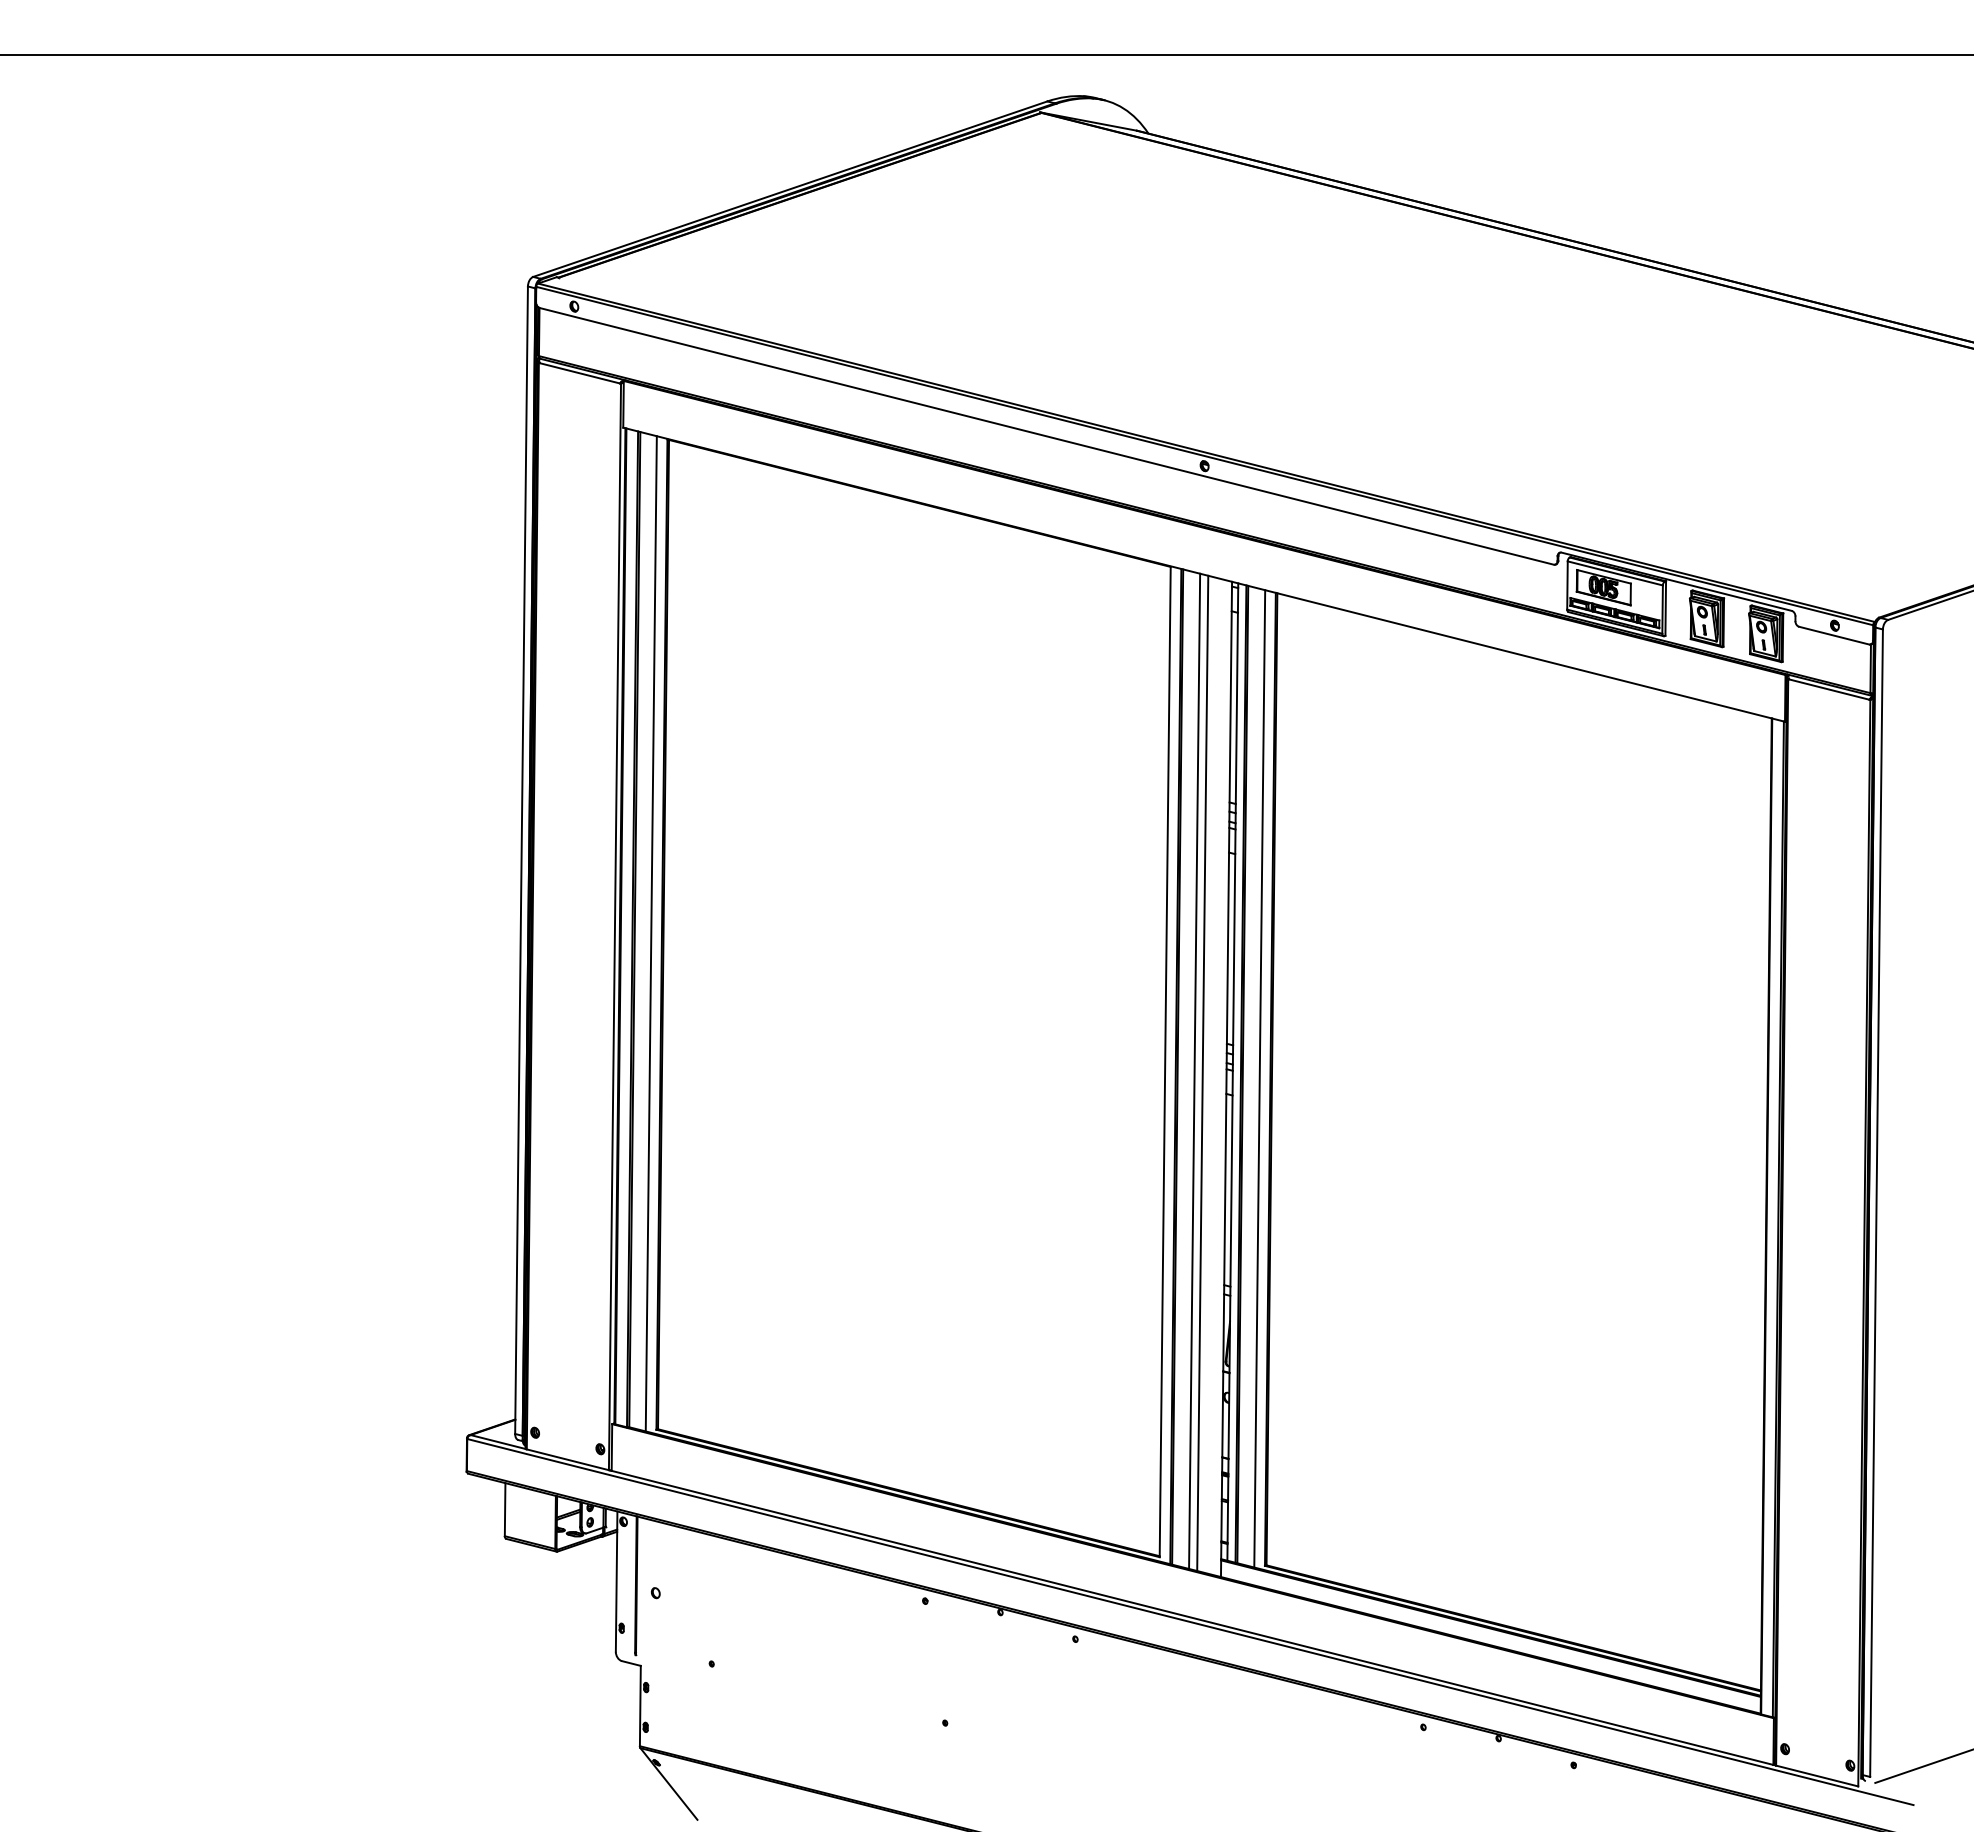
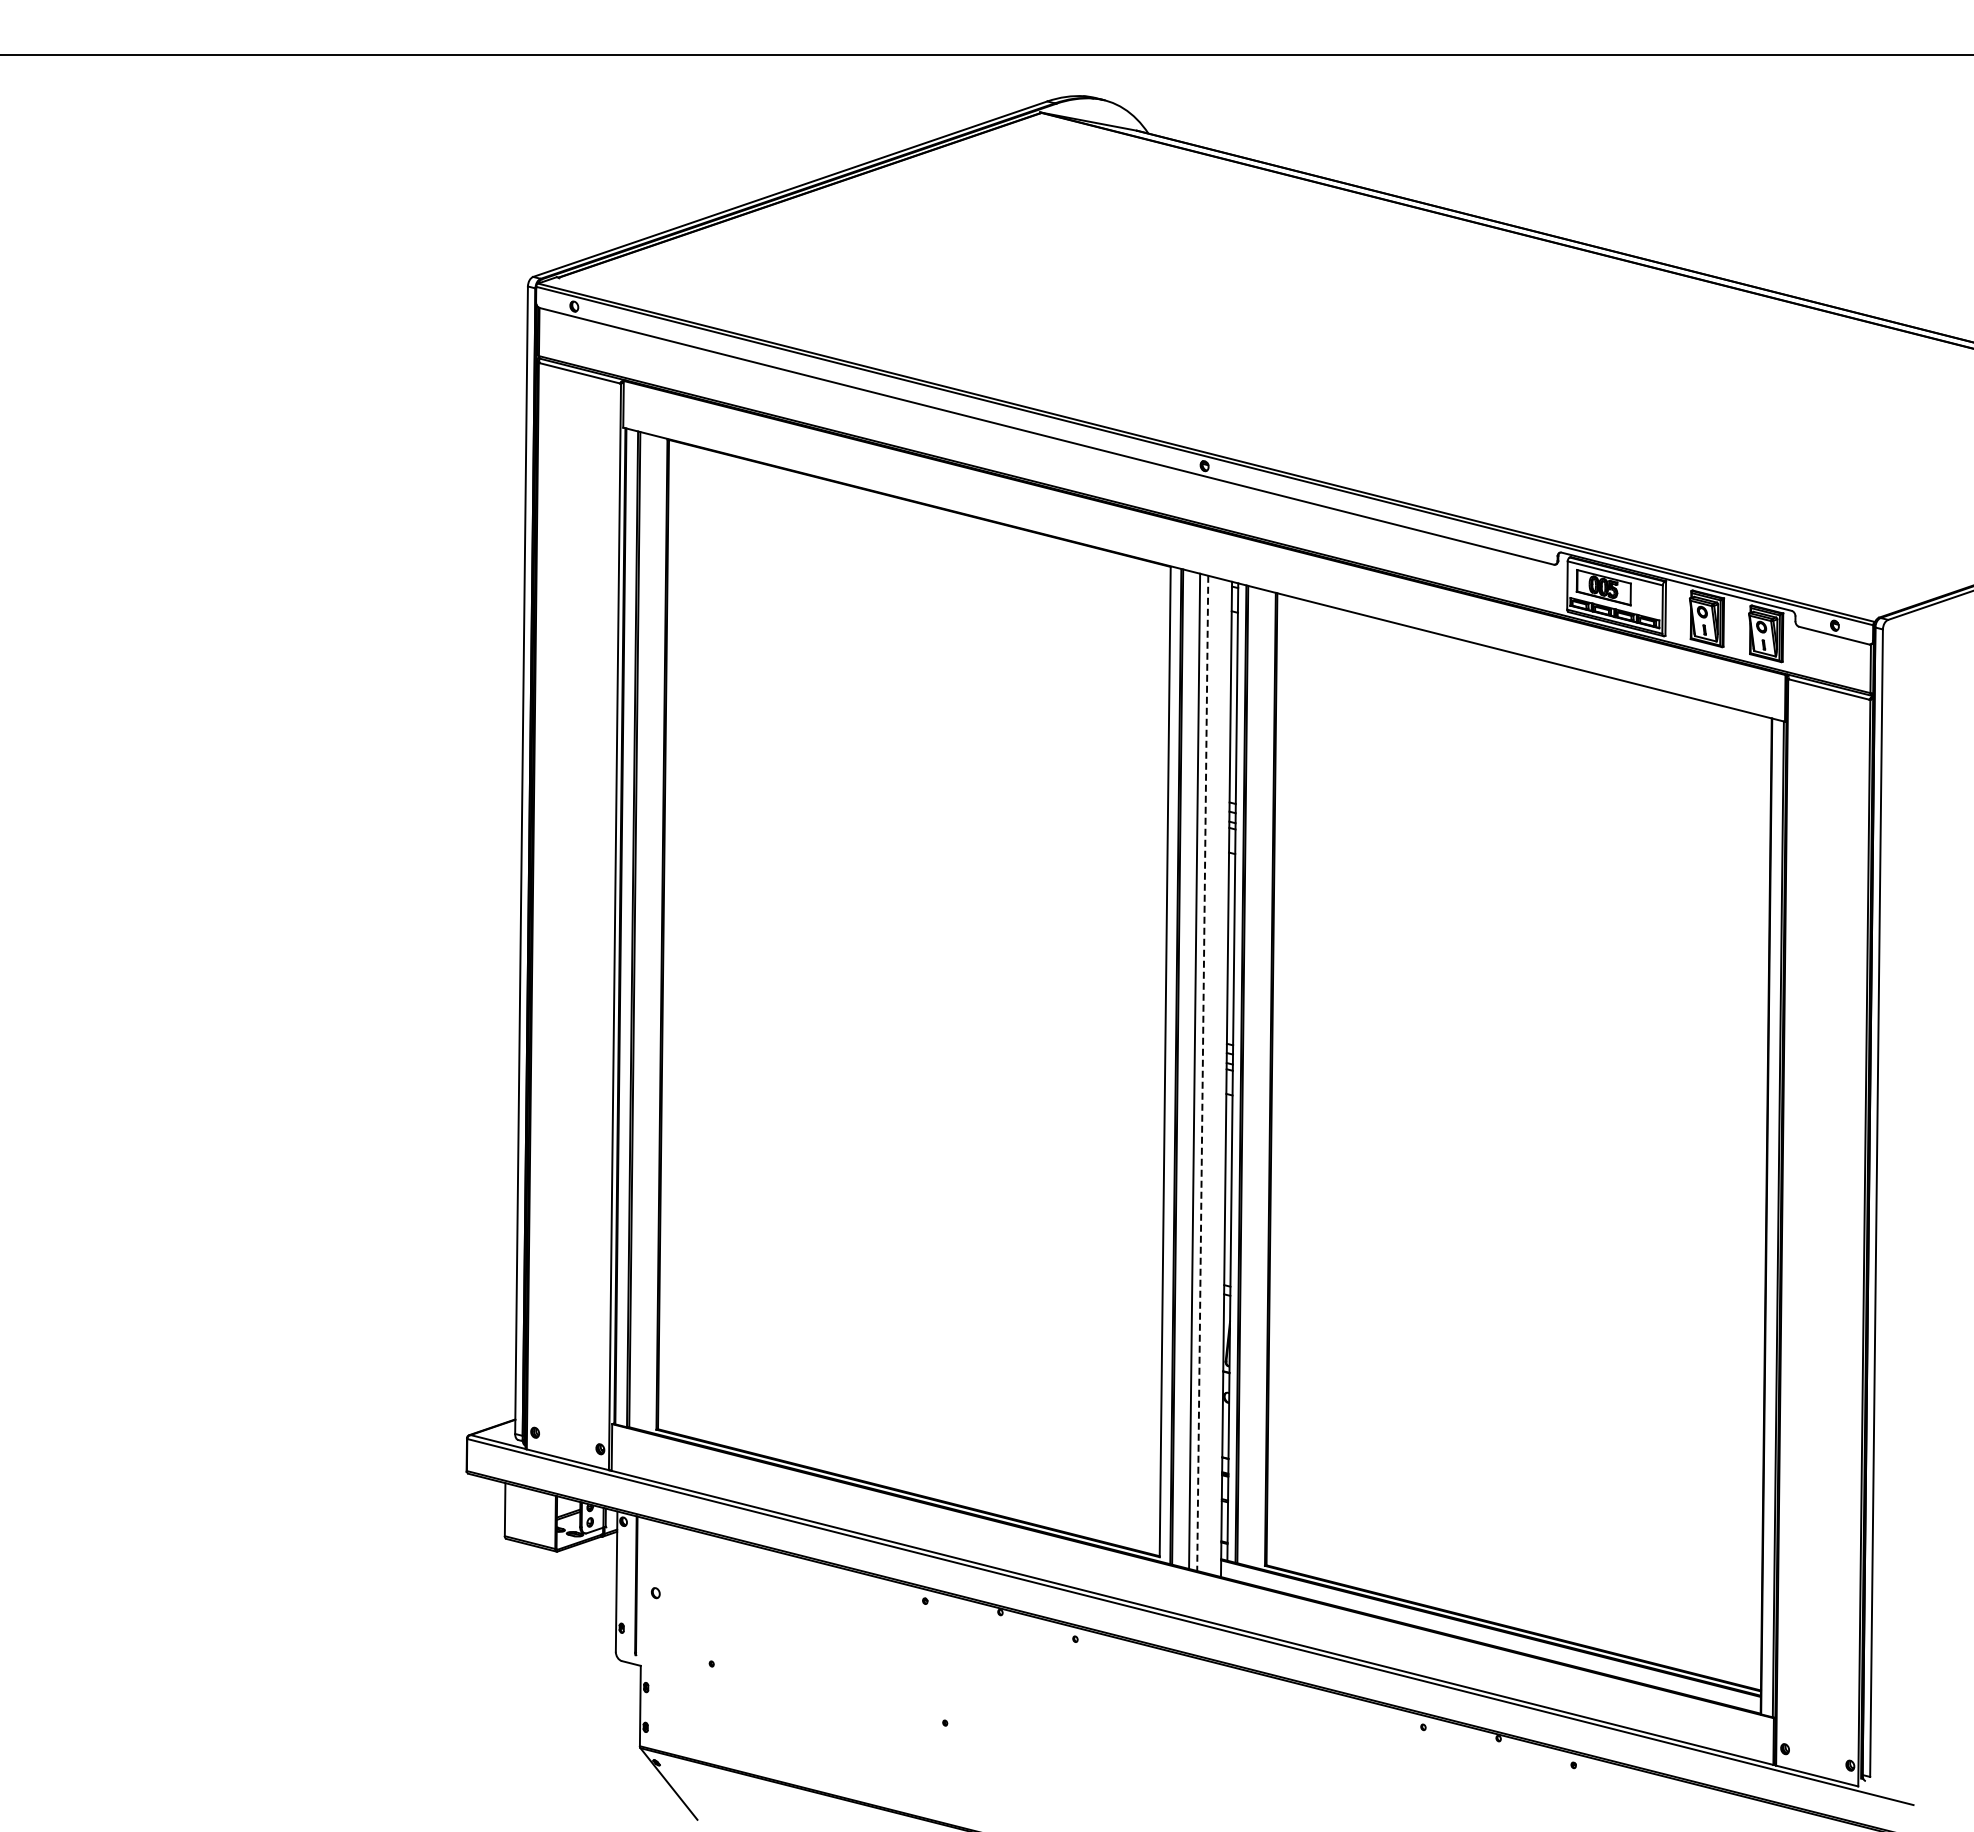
line at (650, 933): present -> none
line at (1202, 1073): solid -> dashed
line at (1259, 1078): present -> none
line at (1922, 1766): present -> none
